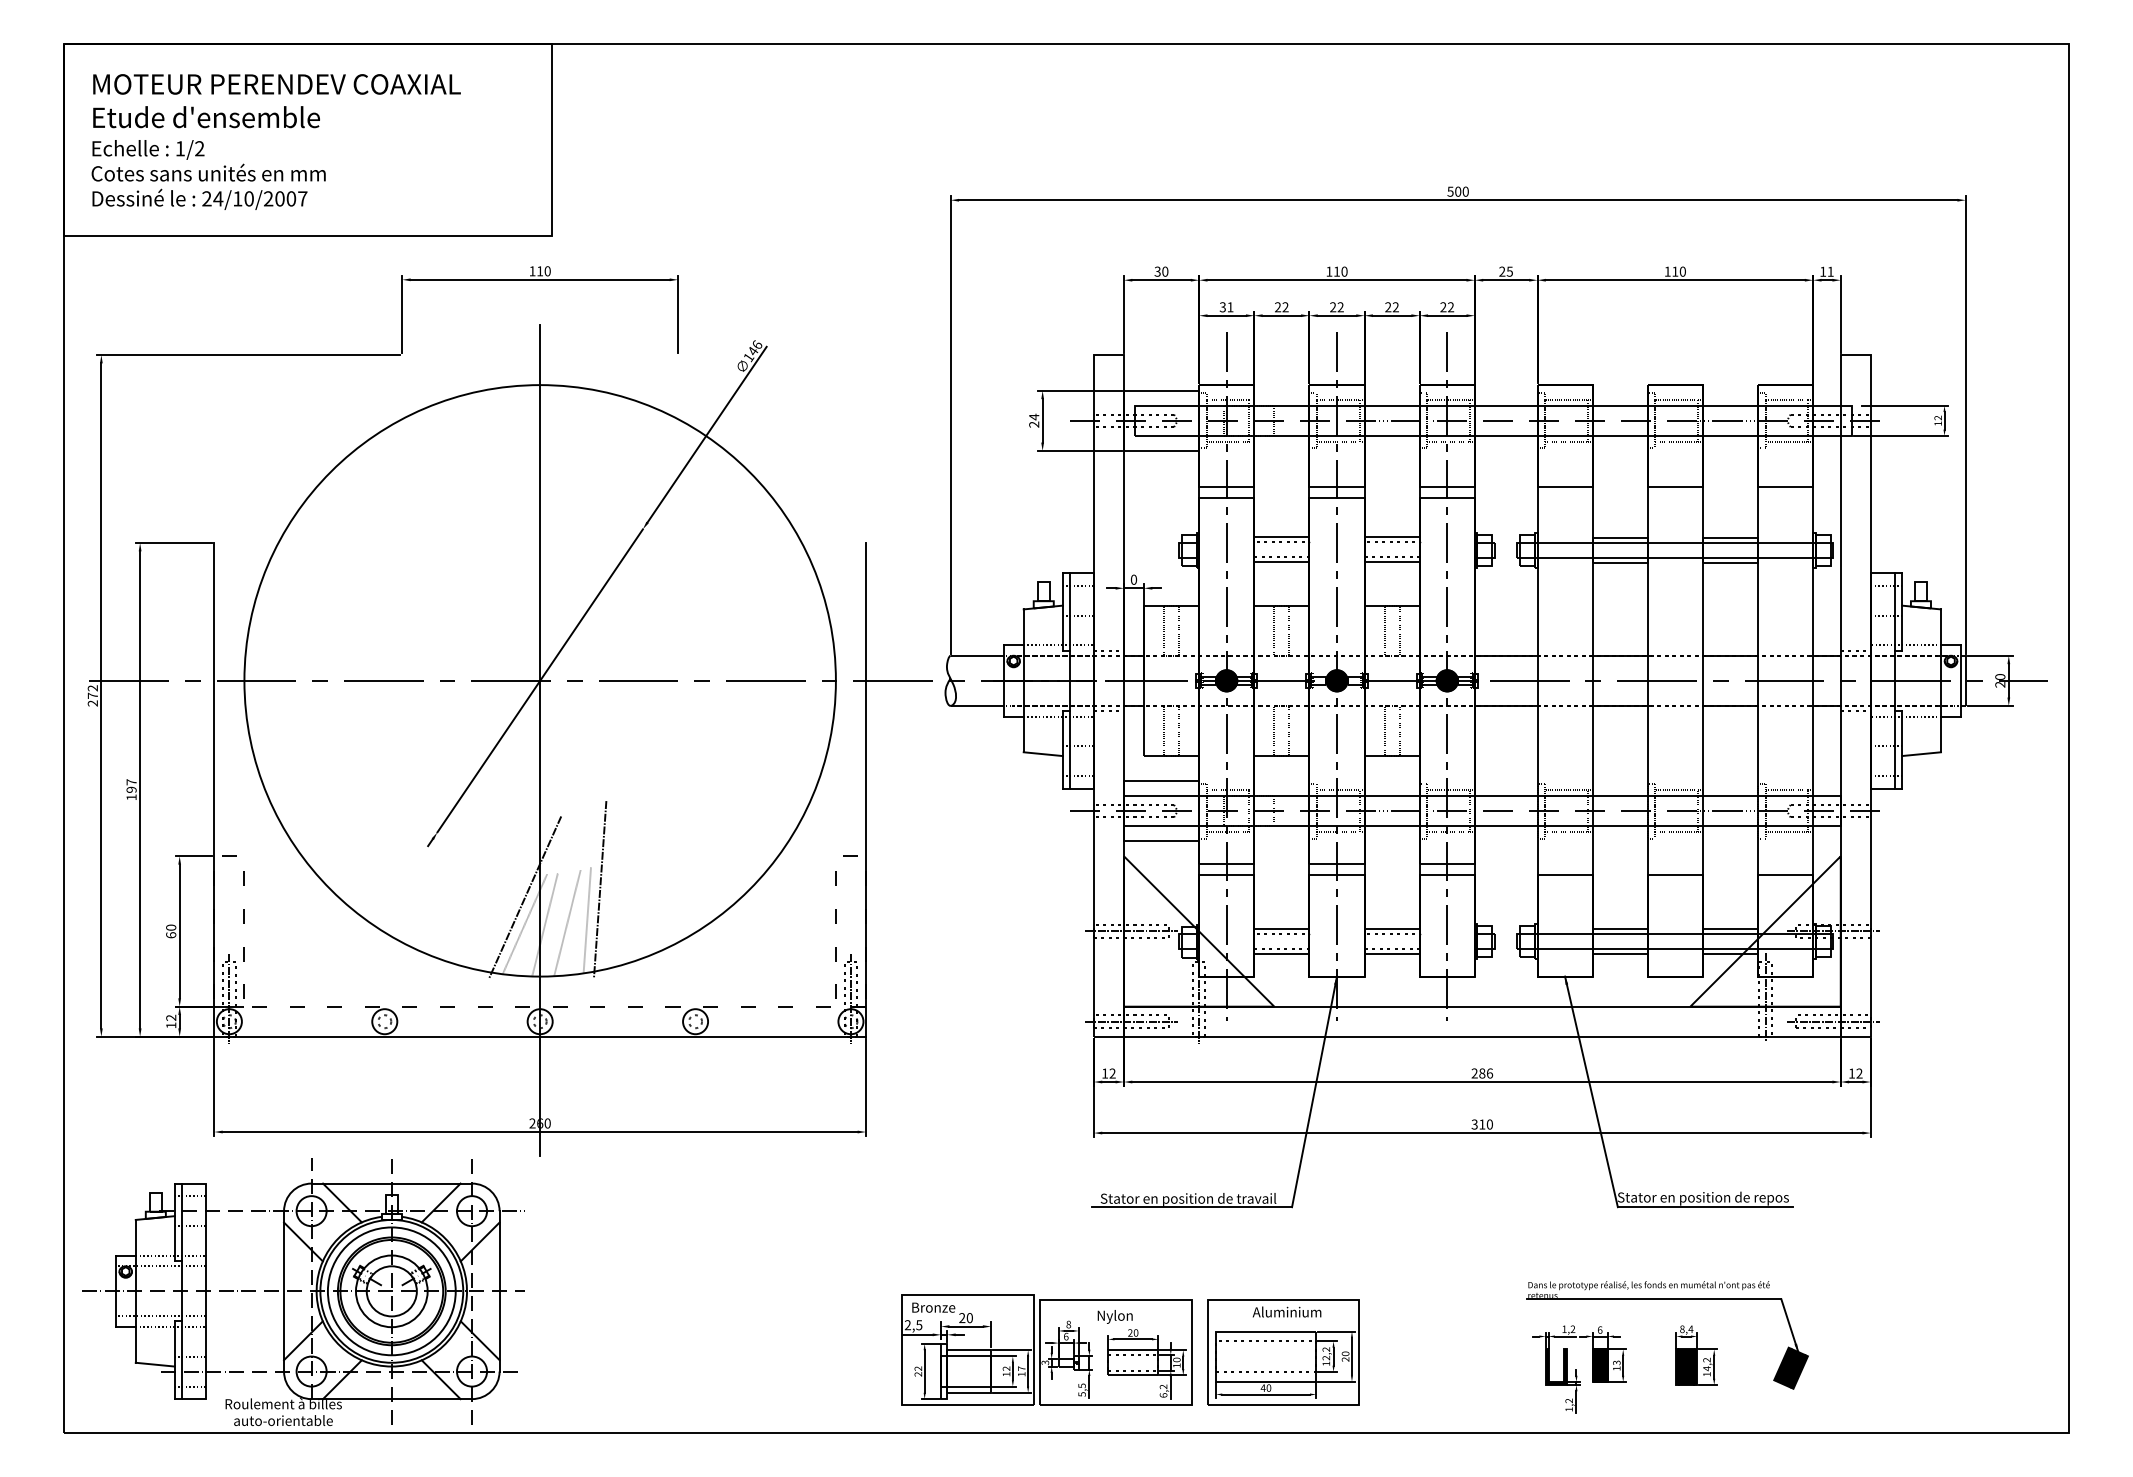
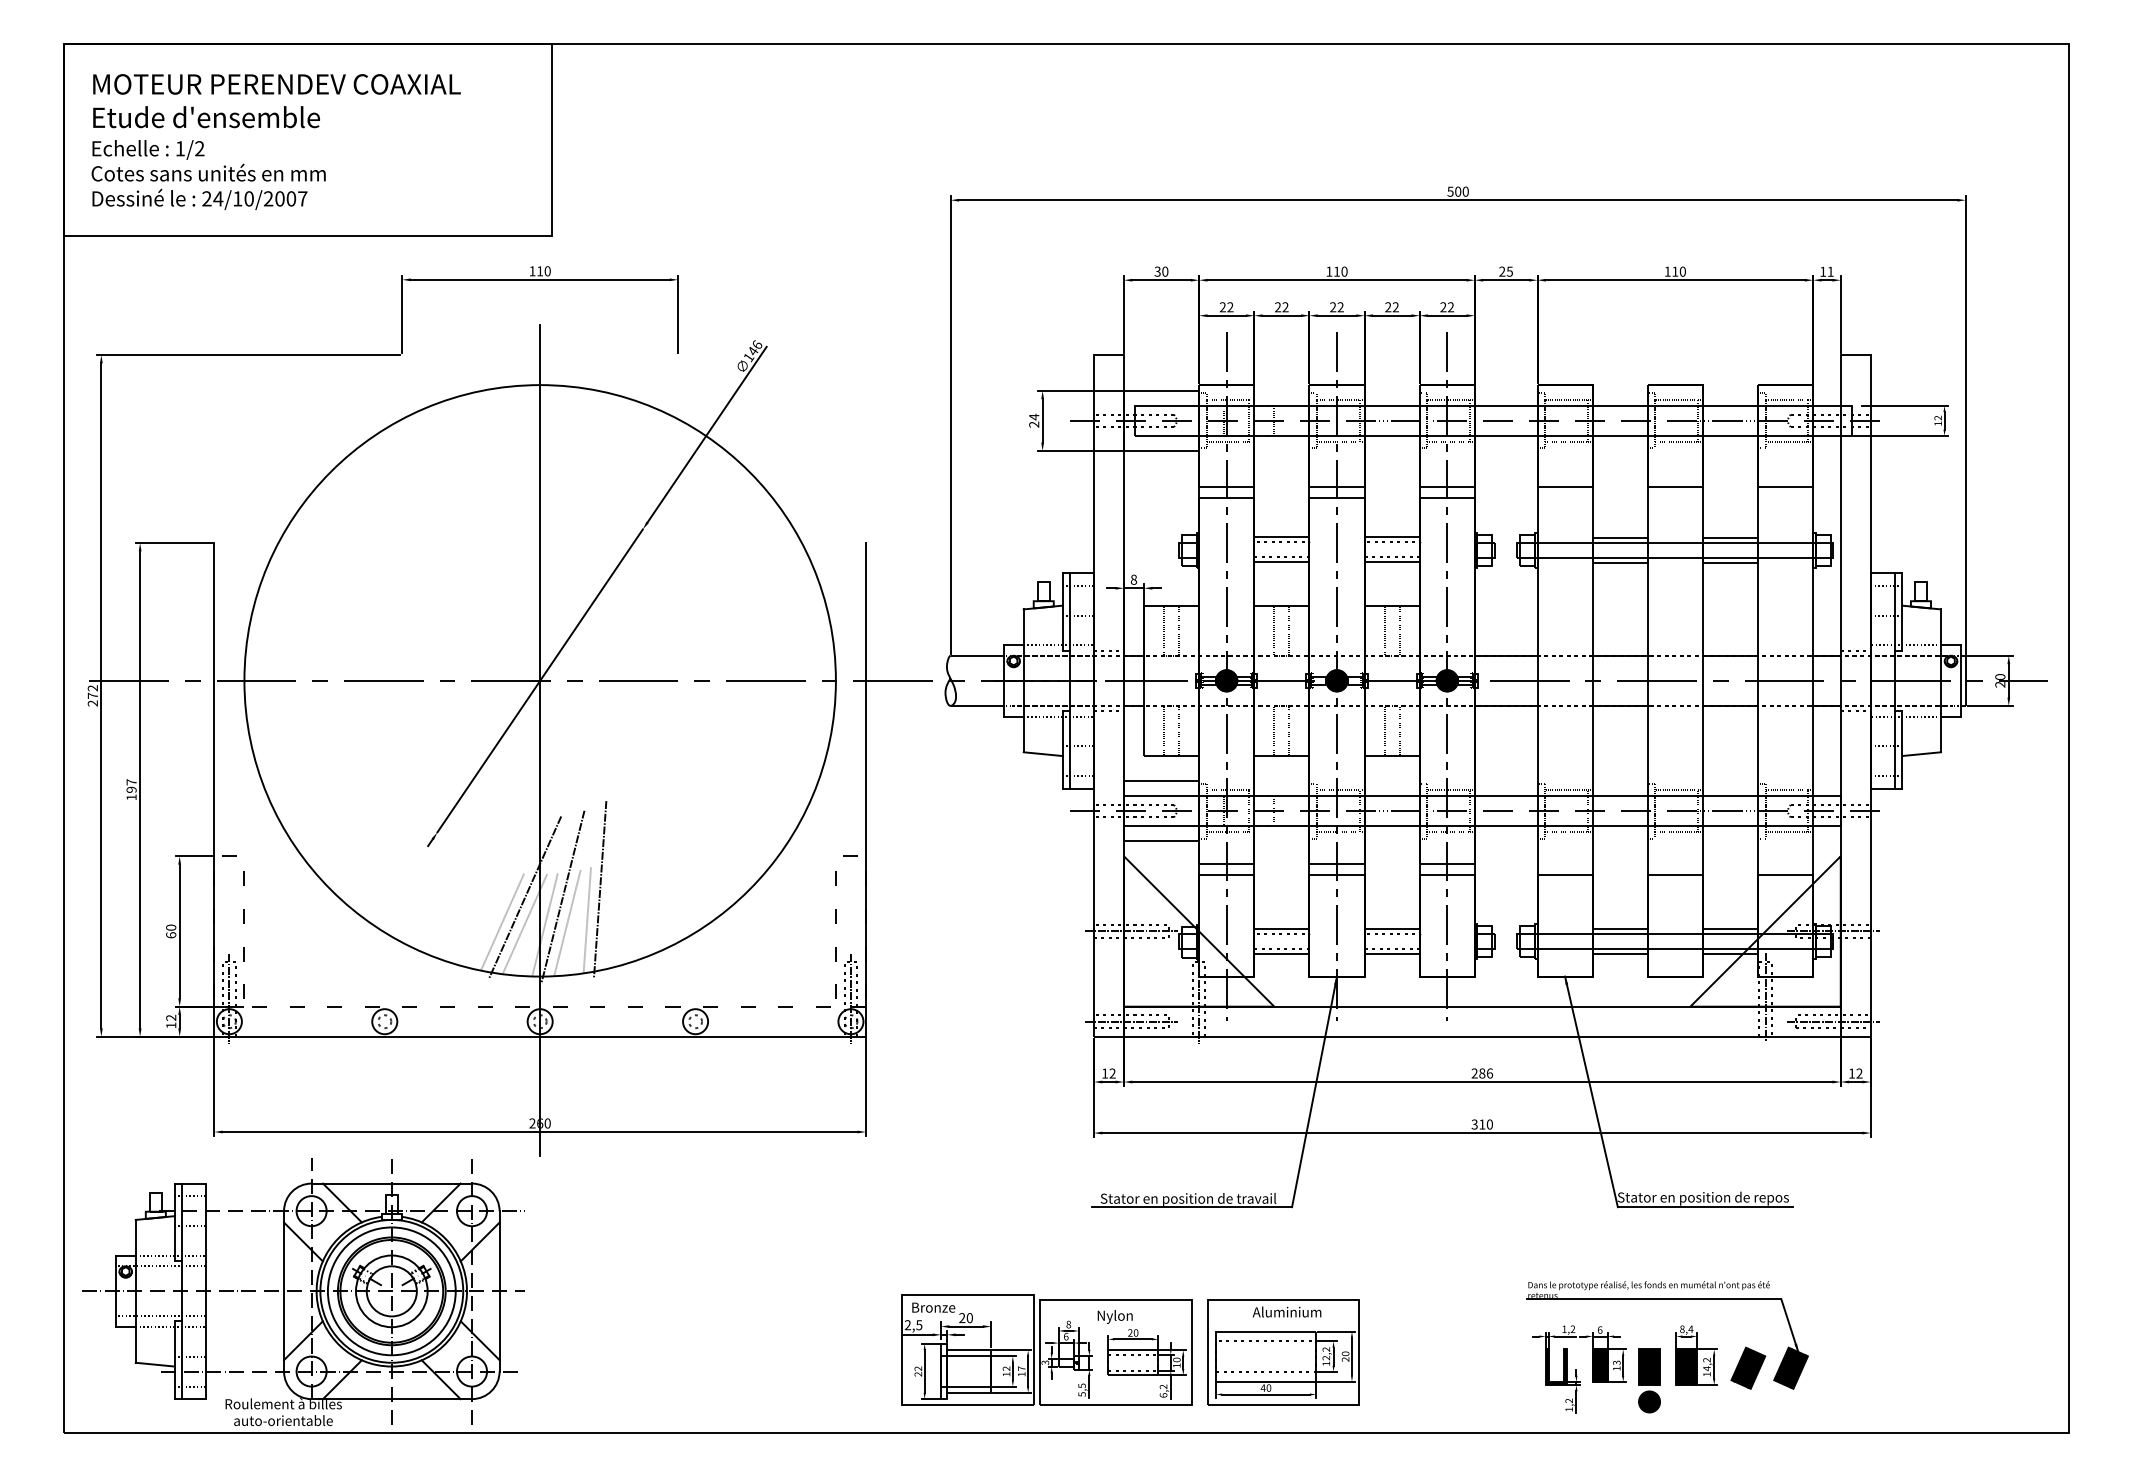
text at (1226, 307): 31 -> 22
text at (1133, 579): 0 -> 8
line at (562, 896): none -> present
line at (502, 921): none -> present
part at (1748, 1367): none -> present
part at (1649, 1380): none -> present
